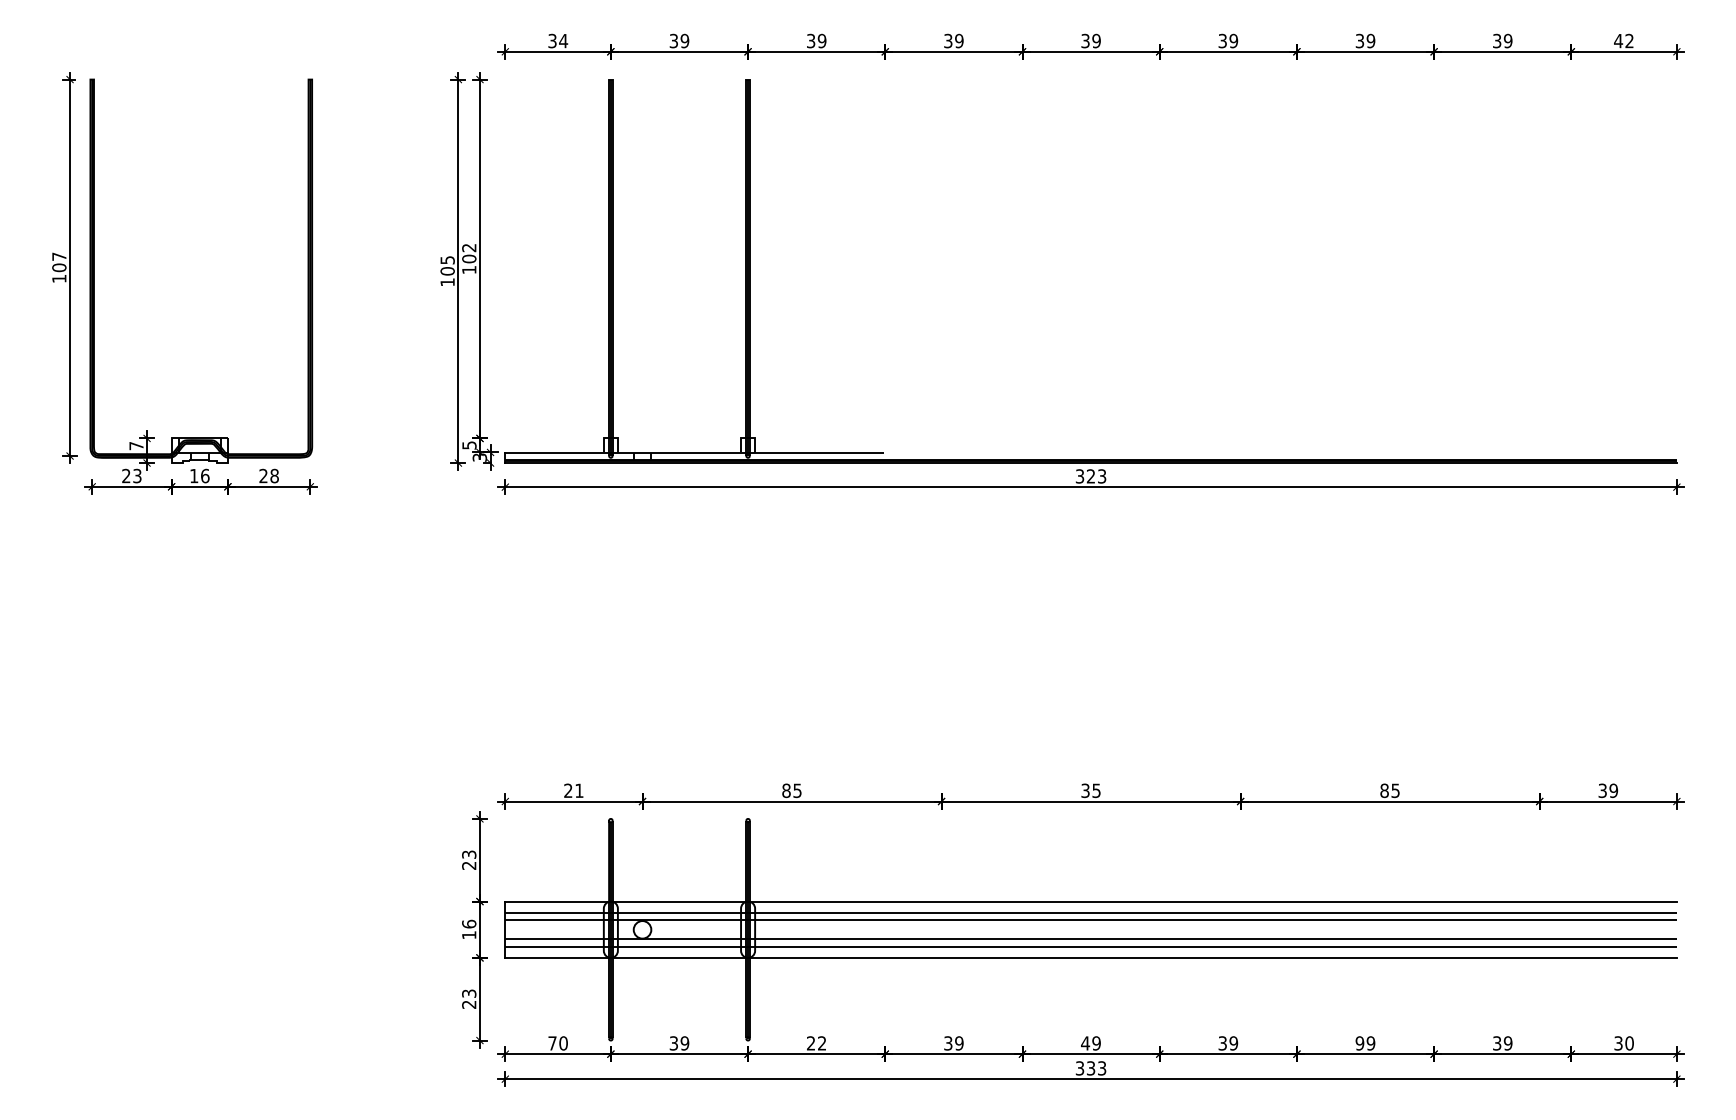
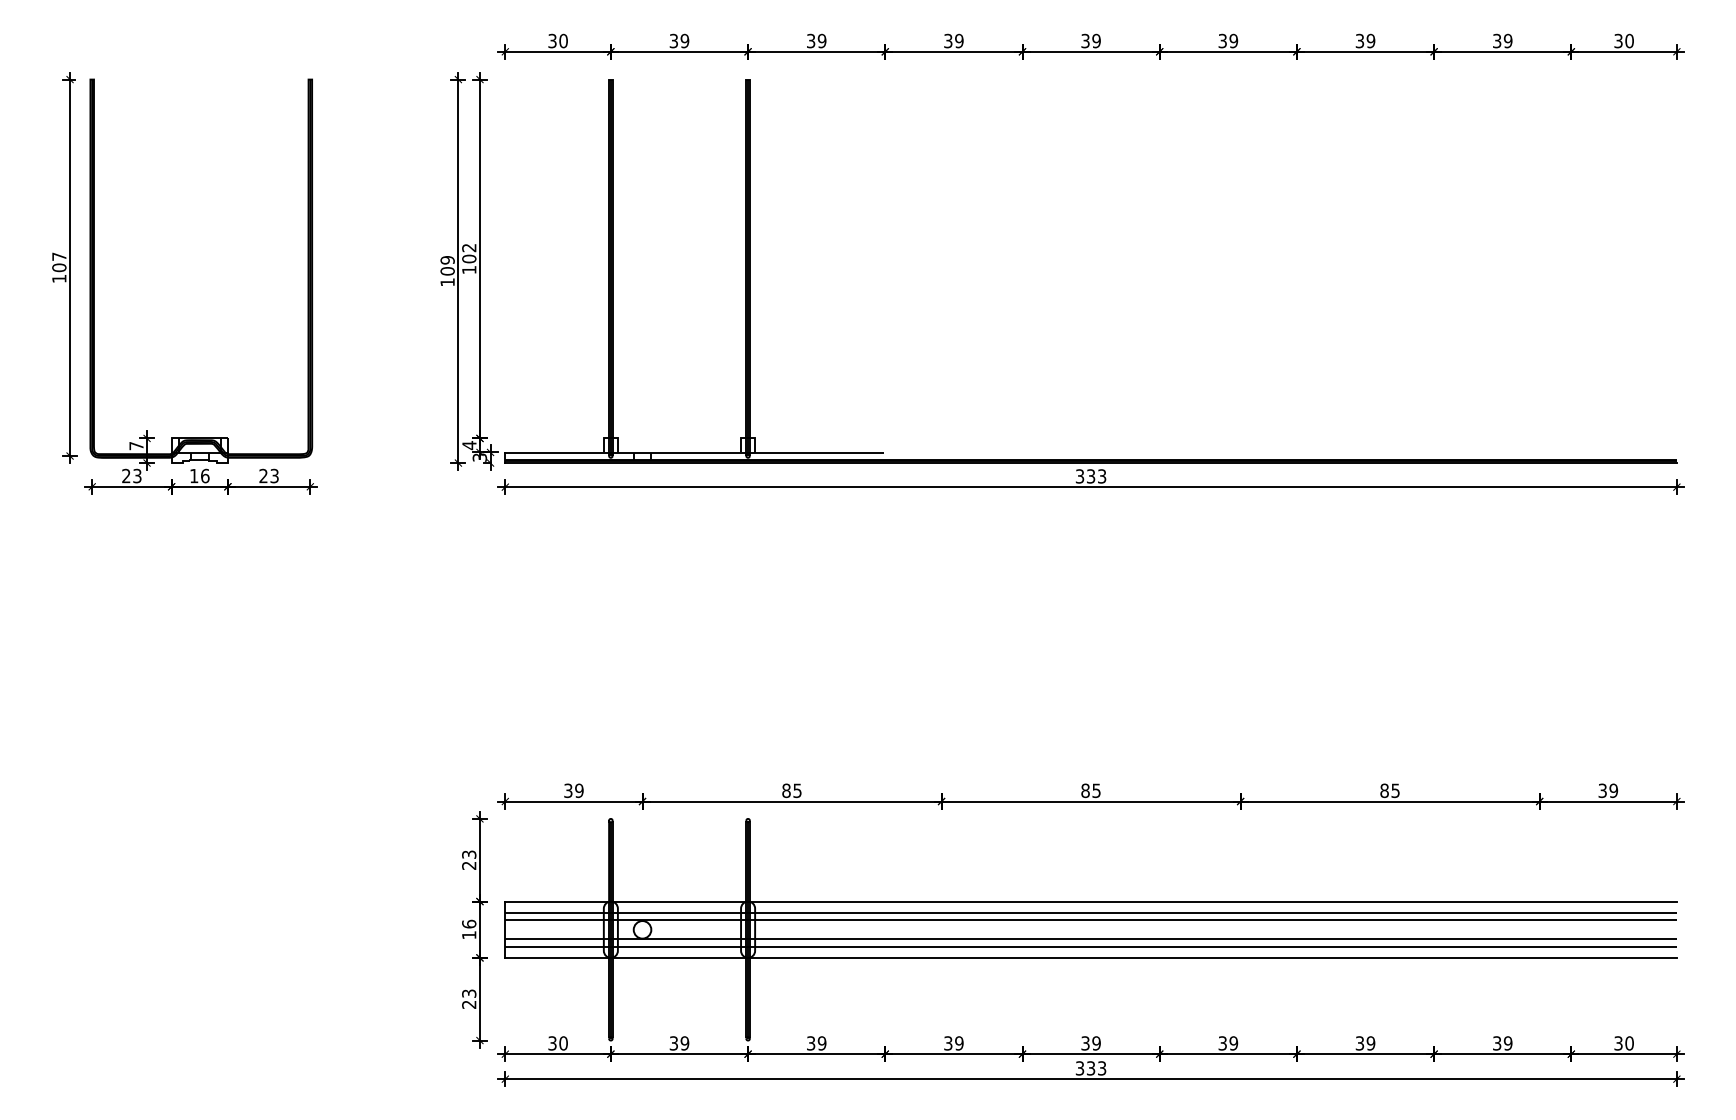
text at (563, 40): 34 -> 30
text at (1623, 40): 42 -> 30
text at (447, 260): 105 -> 109
text at (469, 445): 5 -> 4
text at (274, 476): 28 -> 23
text at (1091, 476): 323 -> 333
text at (573, 790): 21 -> 39
text at (1085, 790): 35 -> 85
text at (552, 1043): 70 -> 30
text at (816, 1043): 22 -> 39
text at (1085, 1043): 49 -> 39
text at (1359, 1043): 99 -> 39
